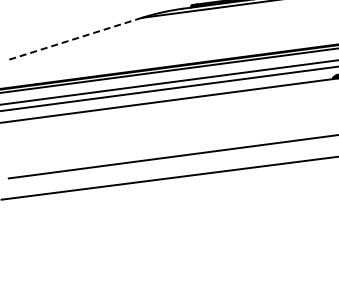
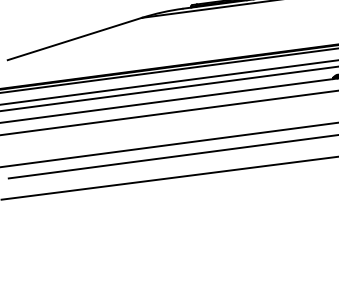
line at (74, 39): dashed -> solid
line at (168, 112): none -> present
line at (168, 144): none -> present
